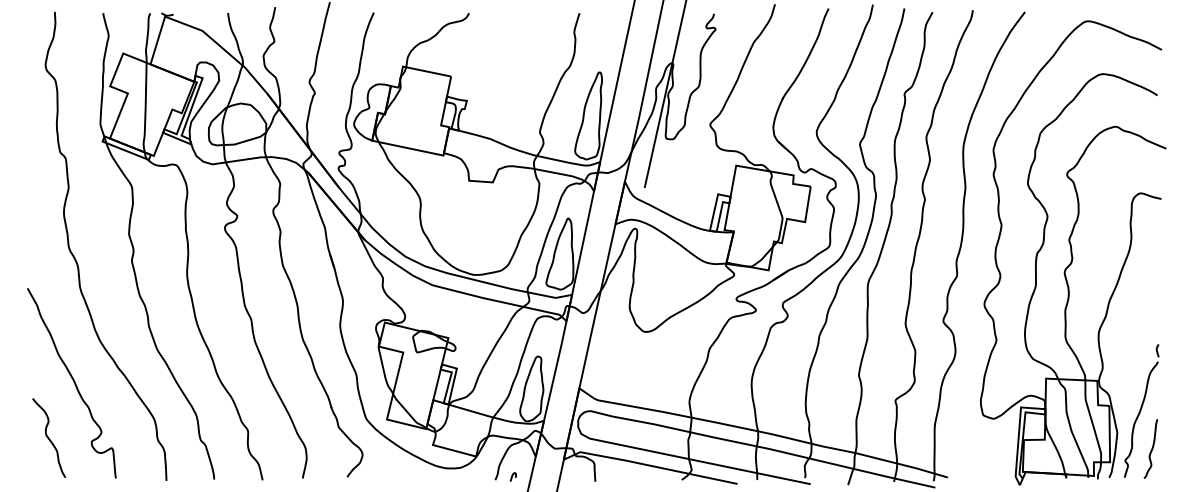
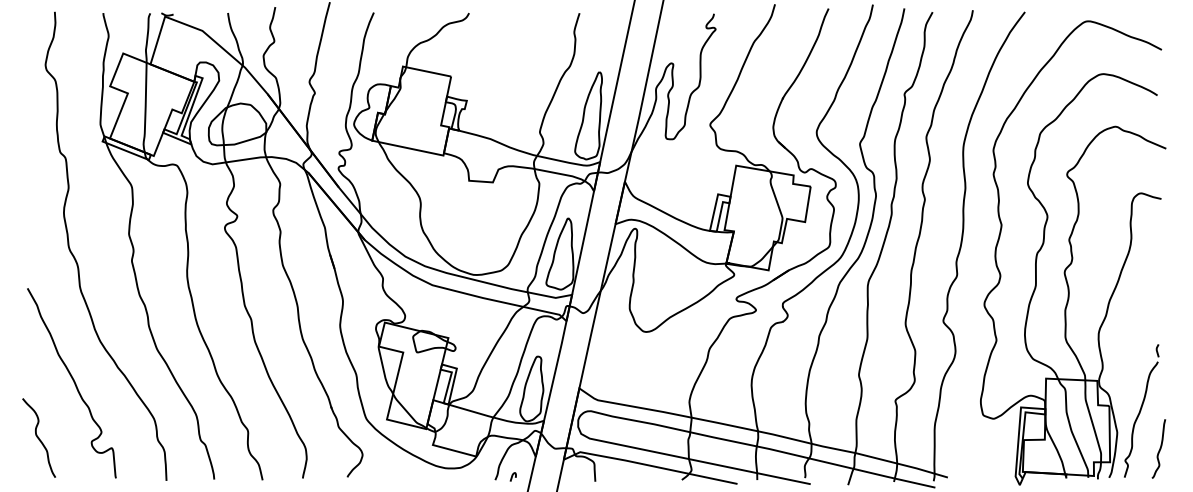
line at (664, 94): present -> none
curve at (48, 437) position: (48, 437) -> (38, 437)
curve at (1151, 448) position: (1151, 448) -> (1159, 448)
